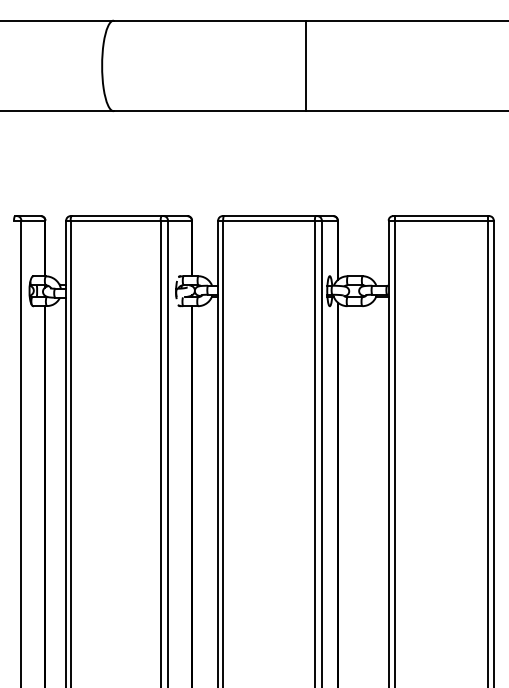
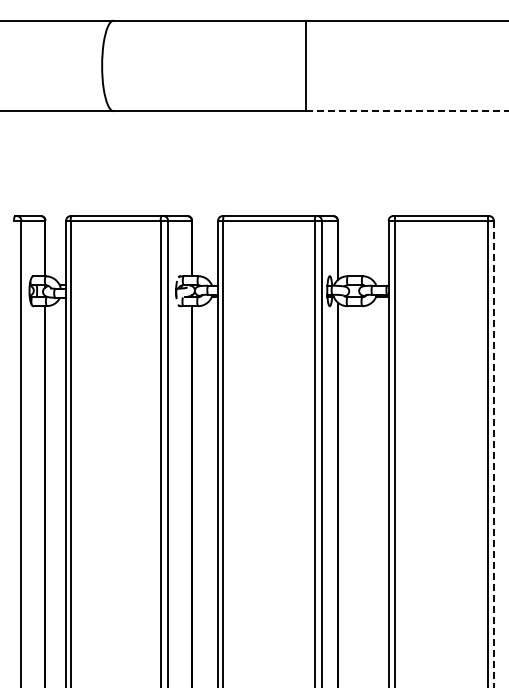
line at (407, 111): solid -> dashed
line at (493, 454): solid -> dashed
